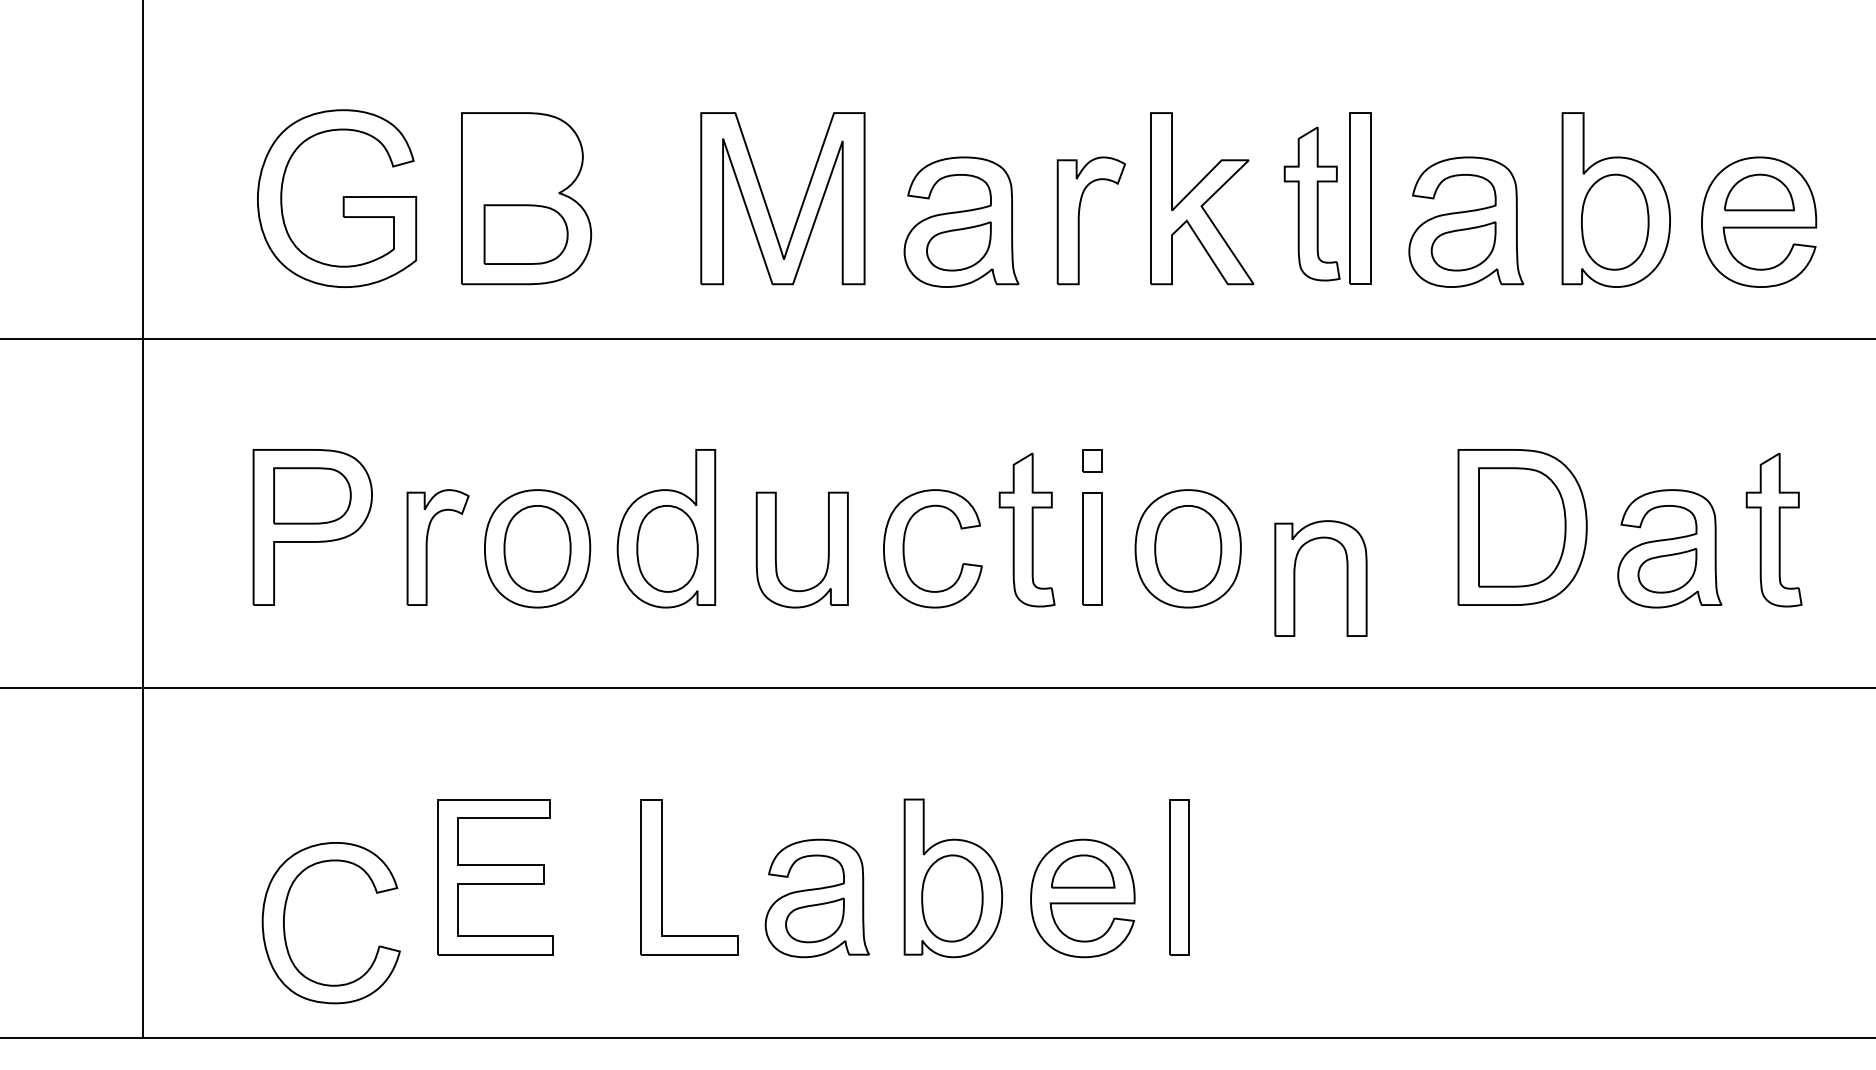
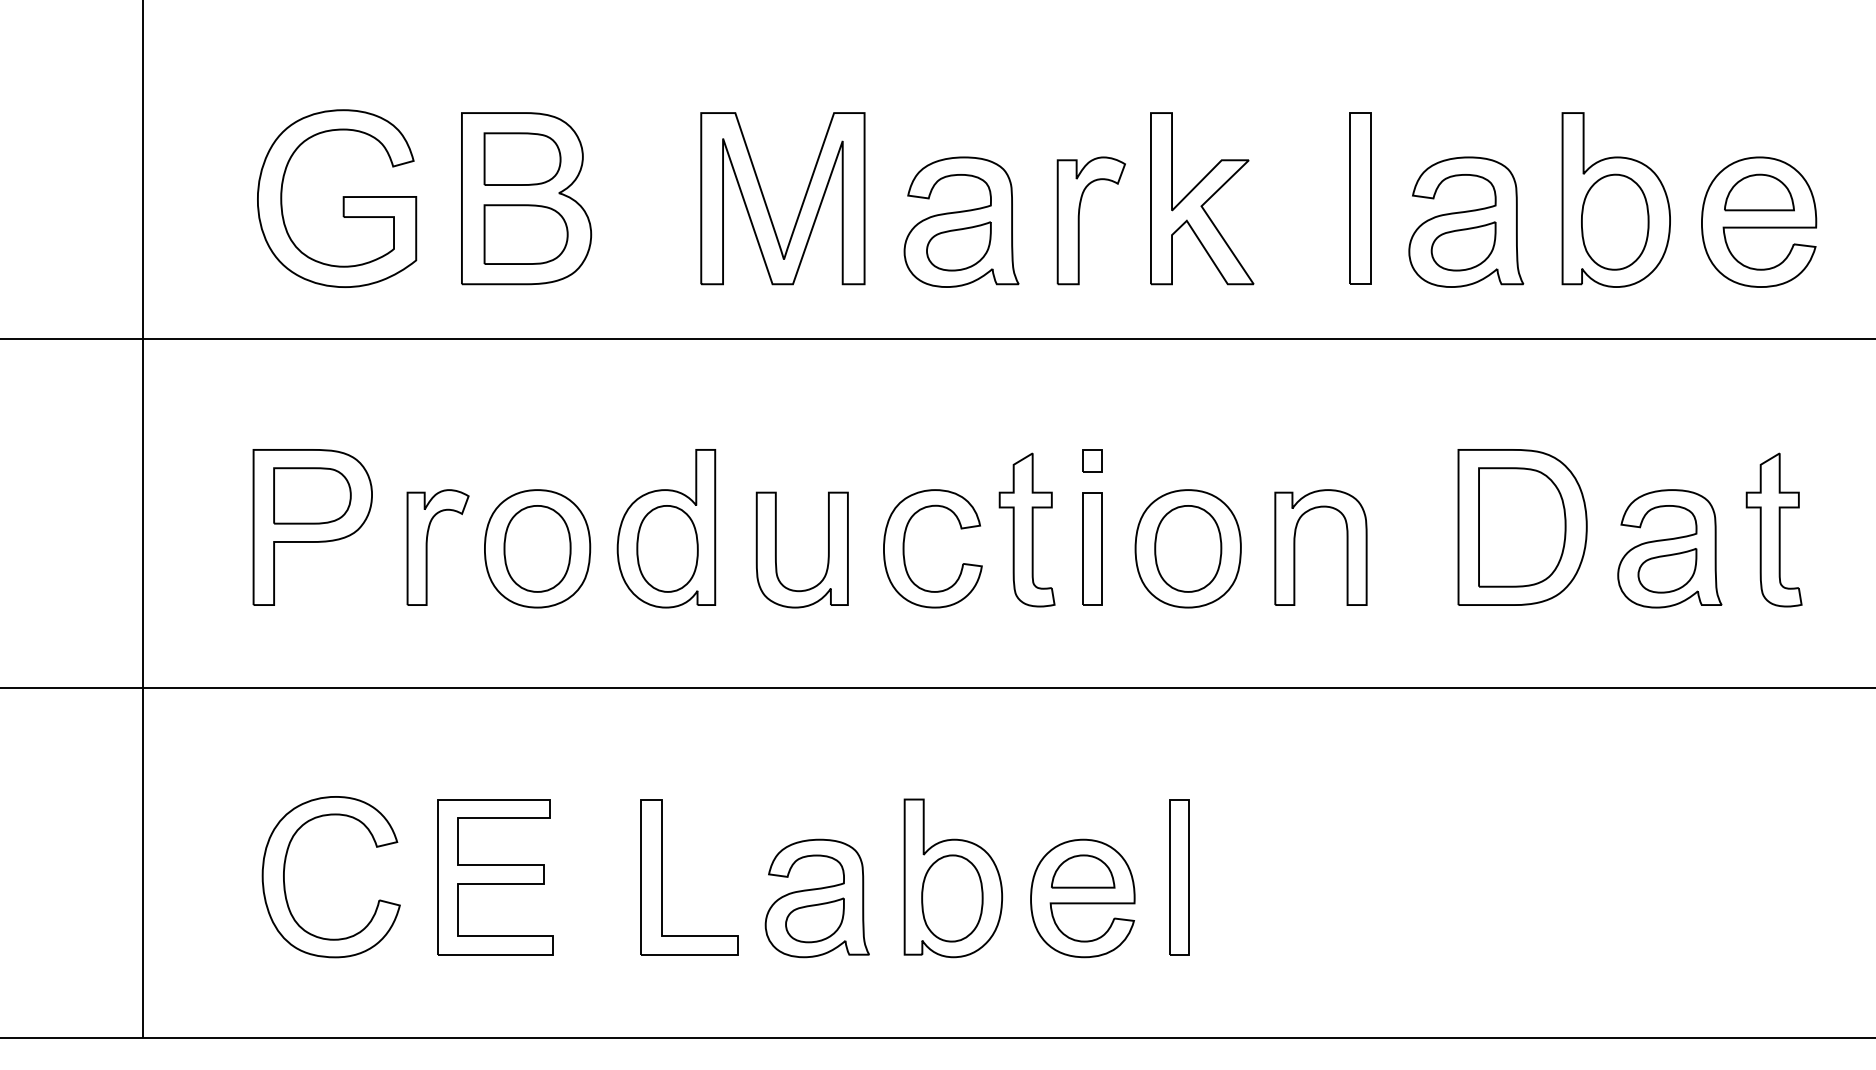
part at (522, 158): none -> present
part at (1311, 203): present -> none
part at (1295, 578) position: (1295, 578) -> (1295, 547)
part at (285, 930) position: (285, 930) -> (285, 884)
